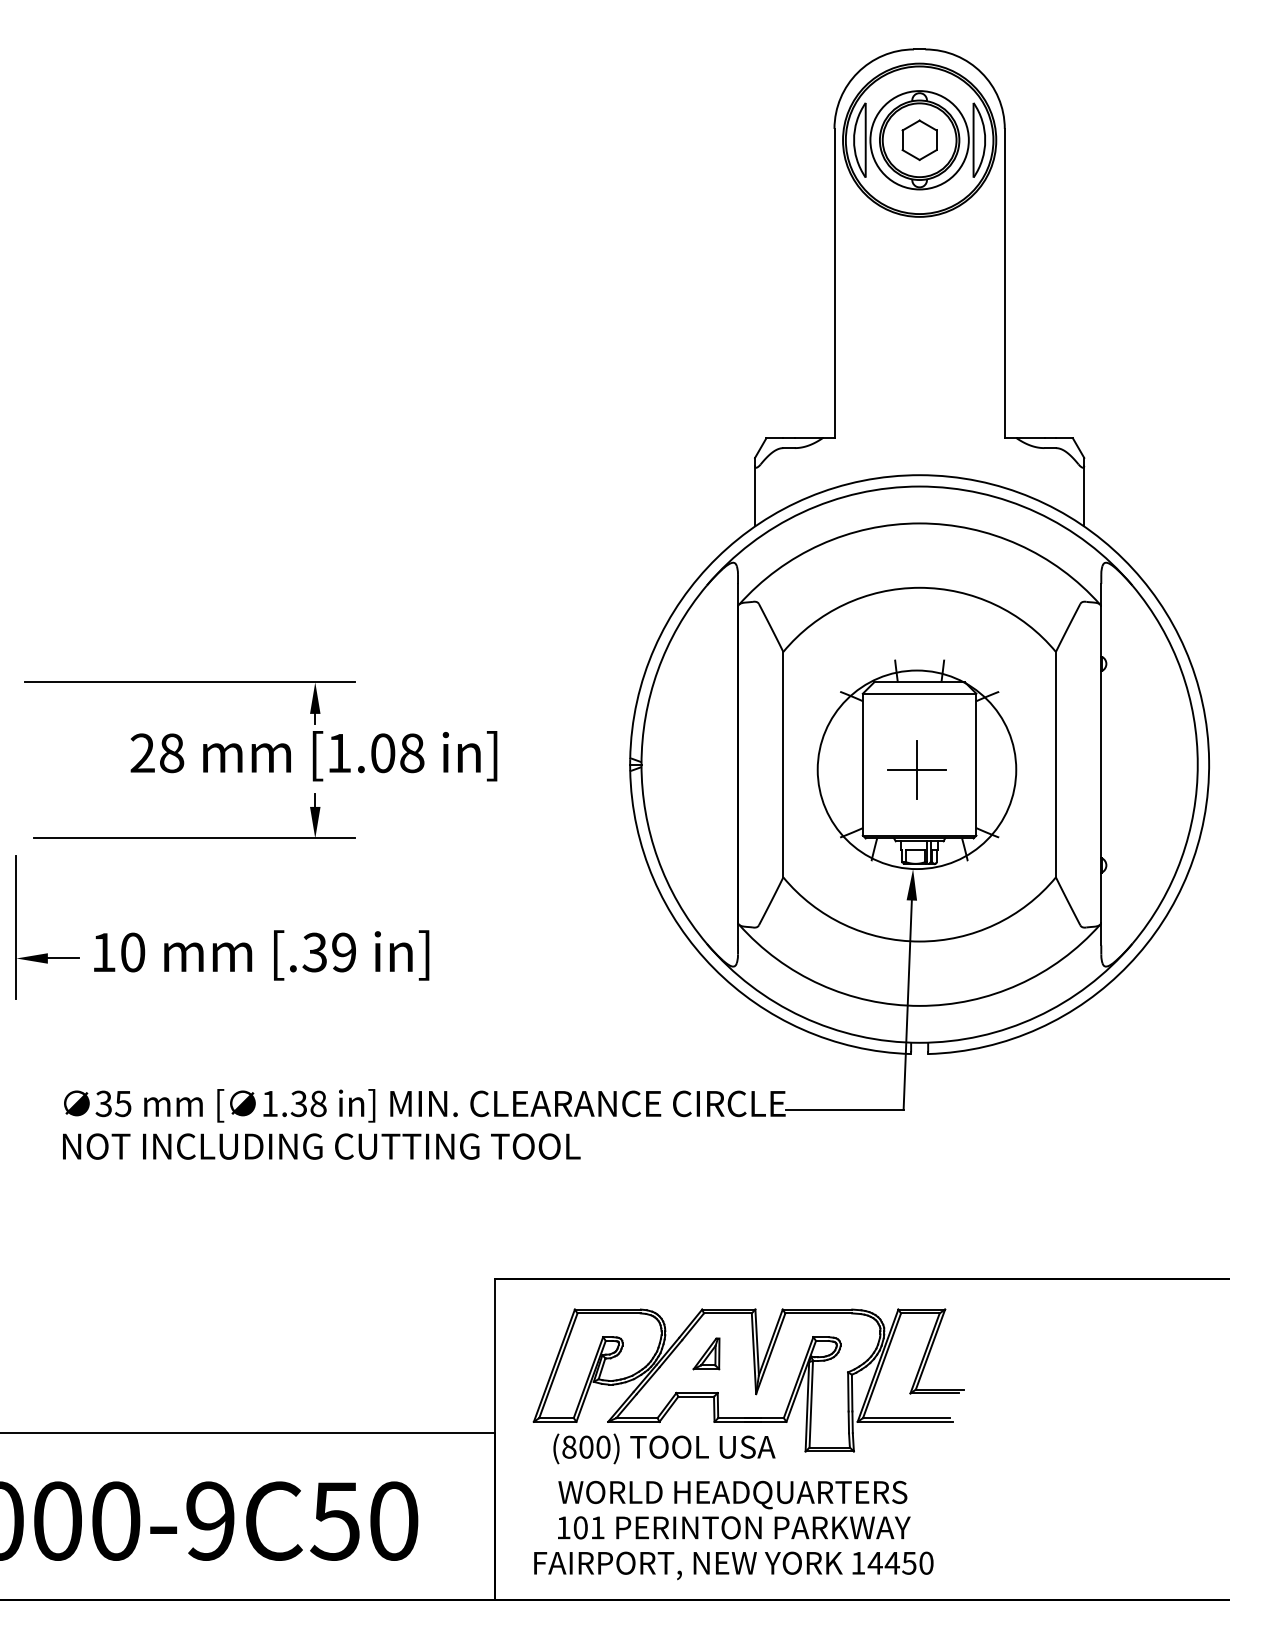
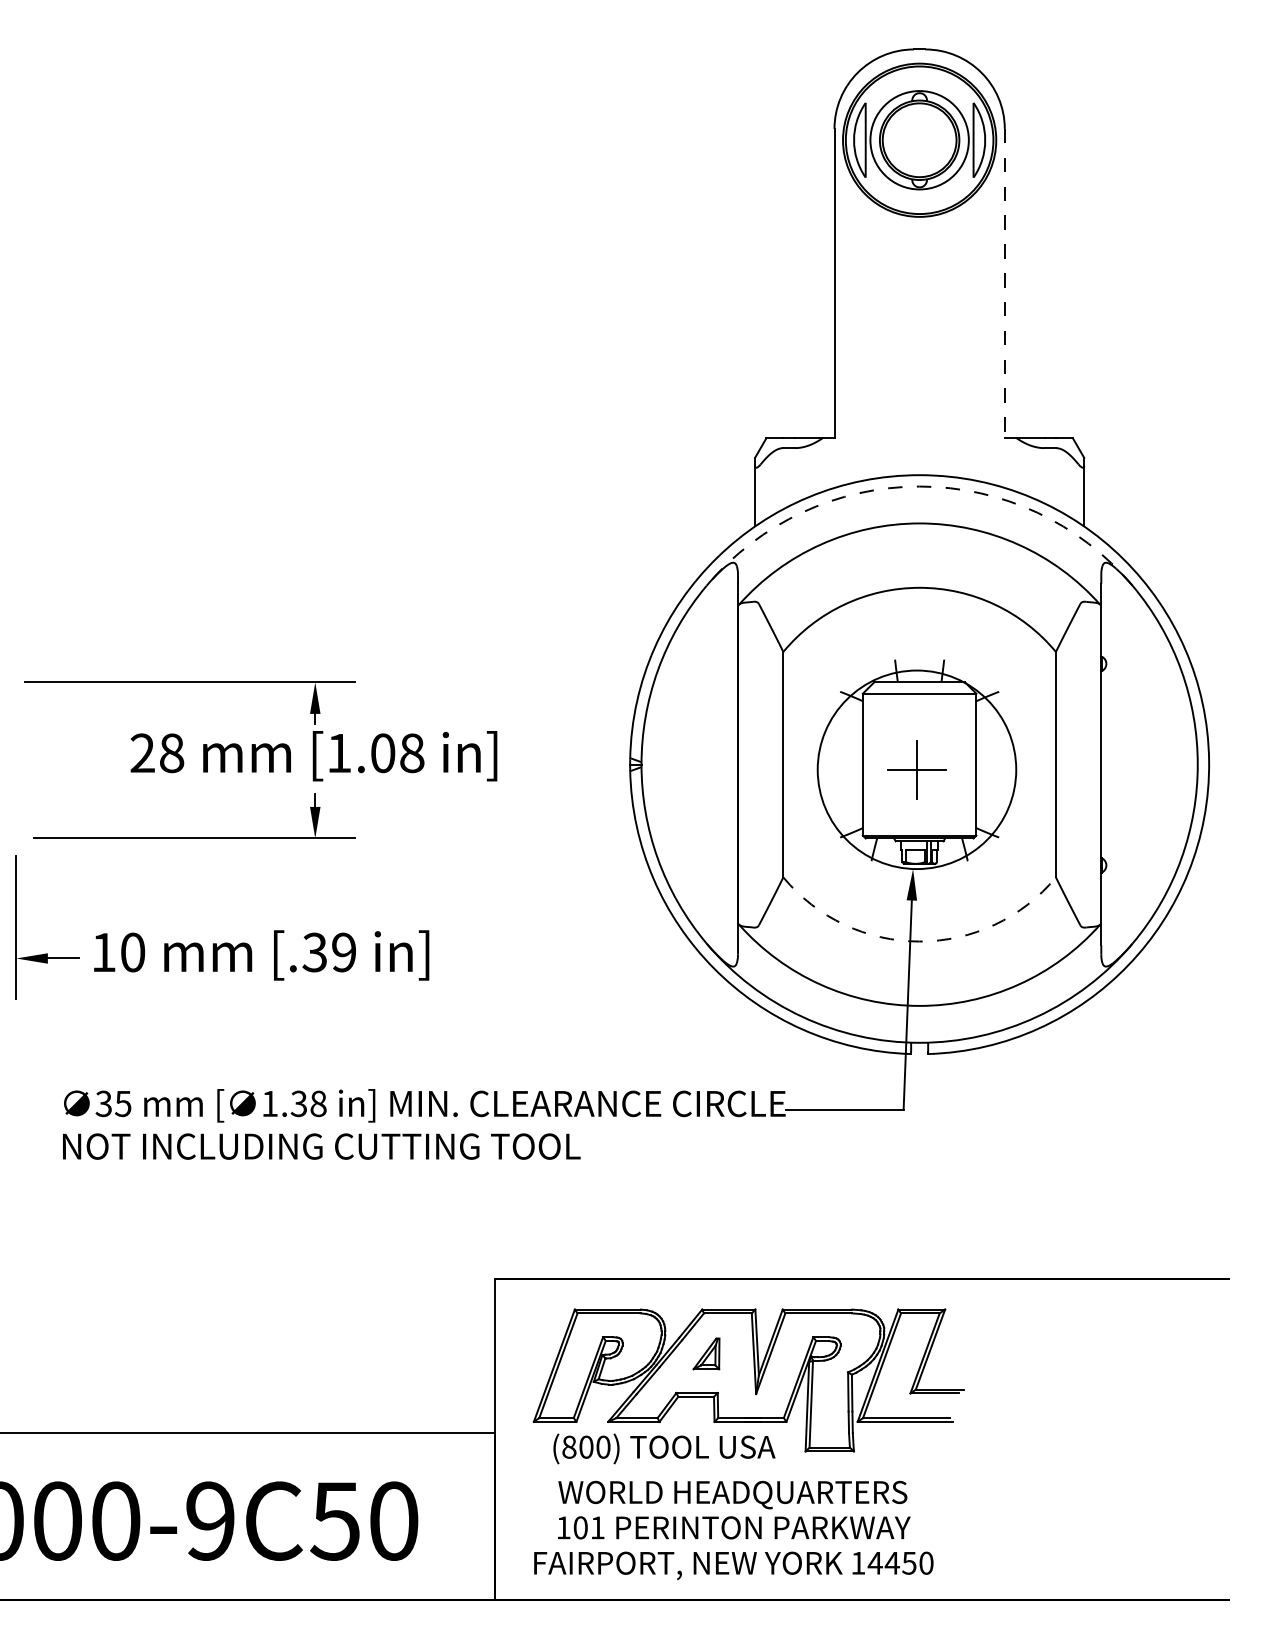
part at (919, 140): present -> none
line at (1004, 283): solid -> dashed
arc at (919, 486): solid -> dashed
arc at (919, 941): solid -> dashed
